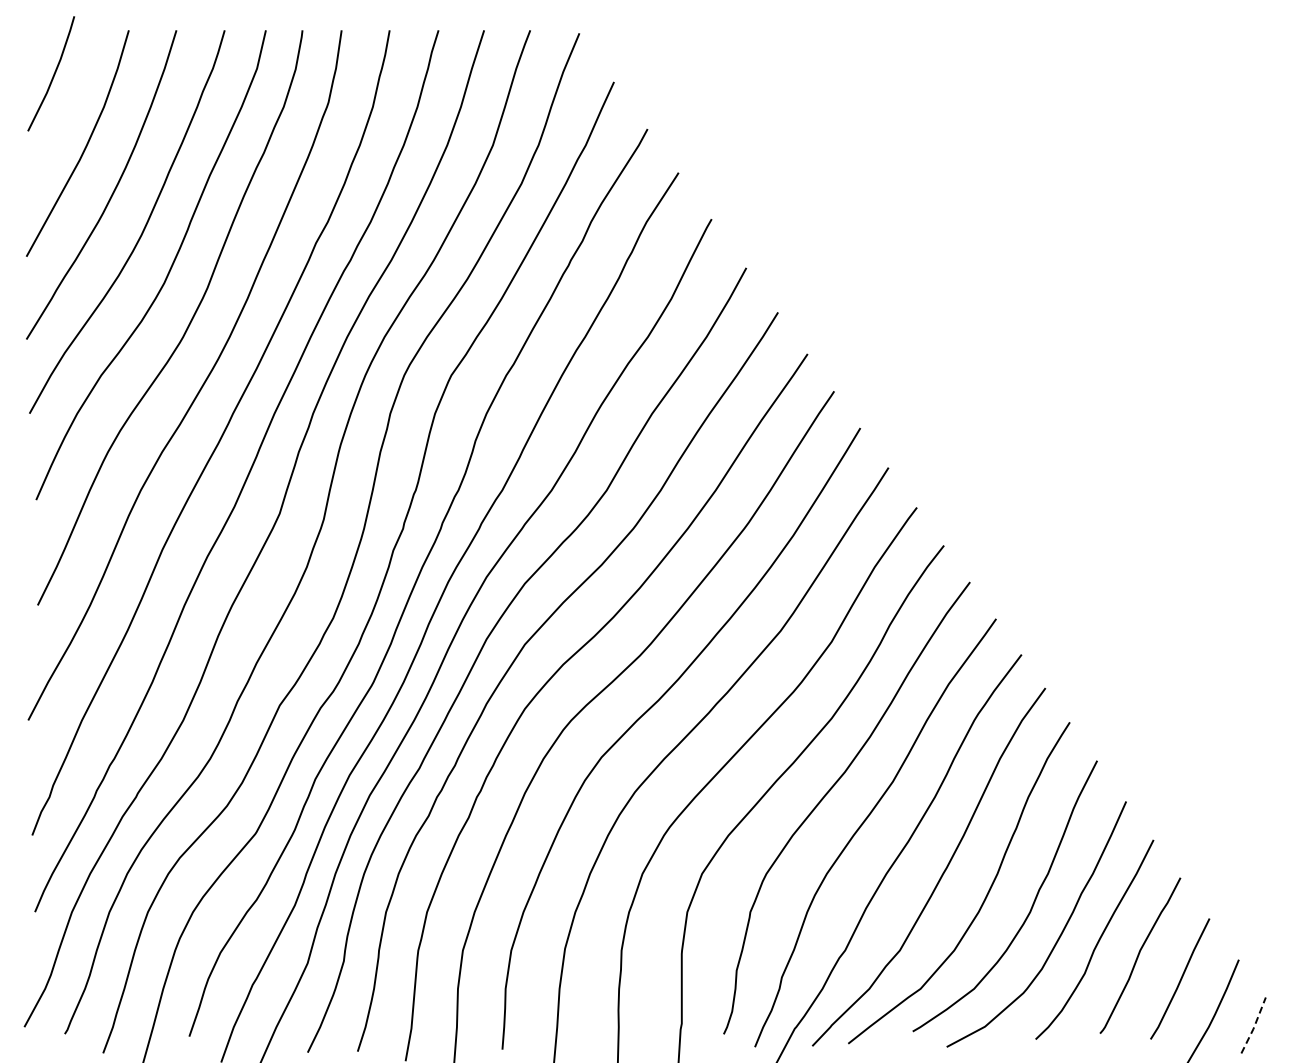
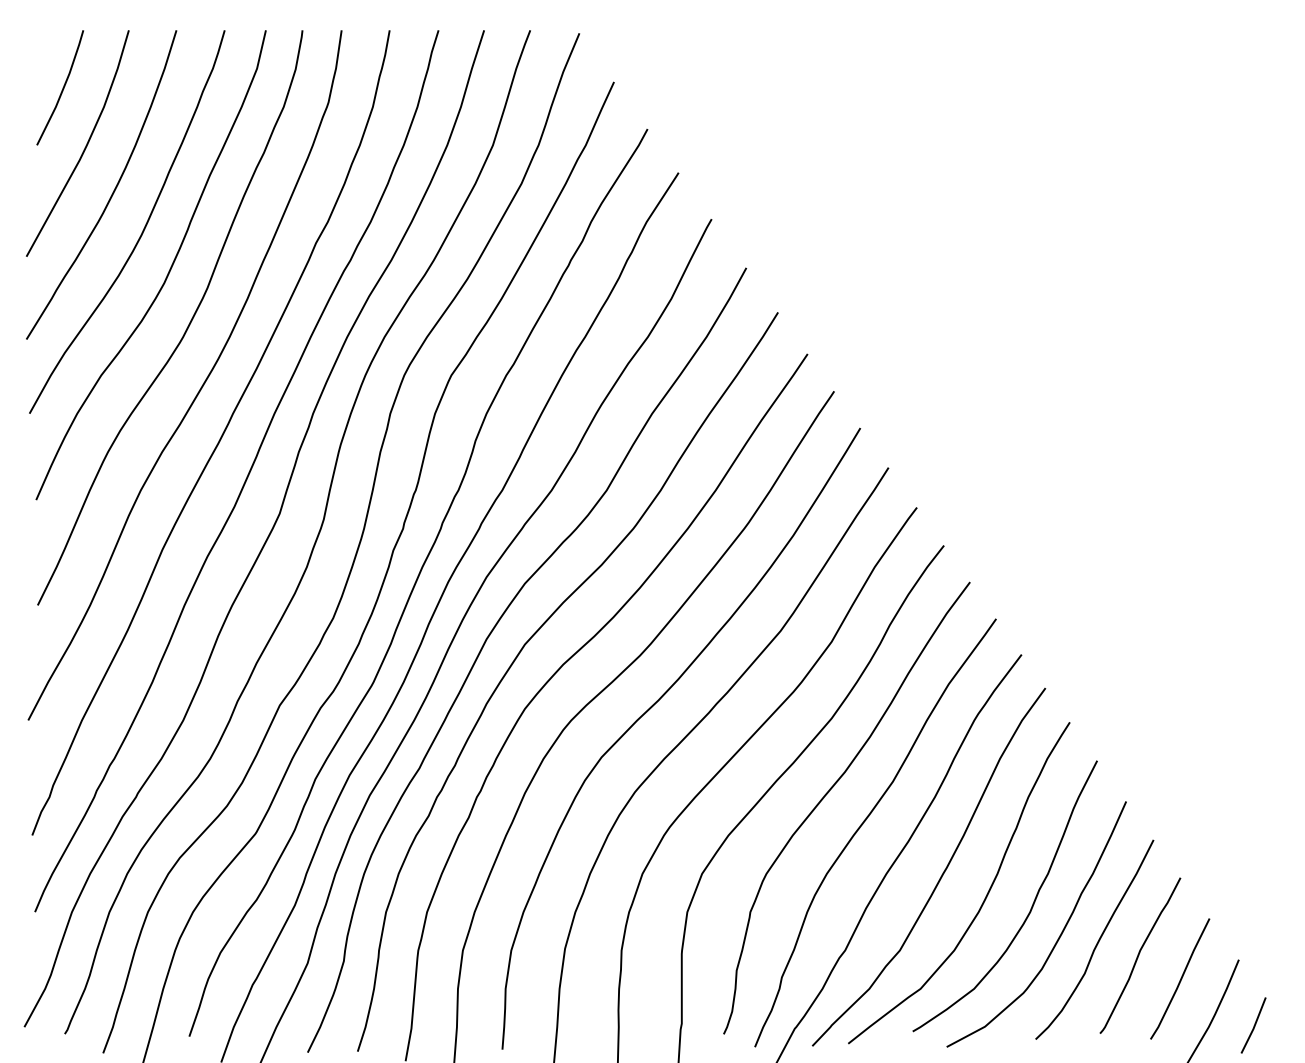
line at (53, 73) position: (53, 73) -> (62, 87)
line at (1254, 1026): dashed -> solid
